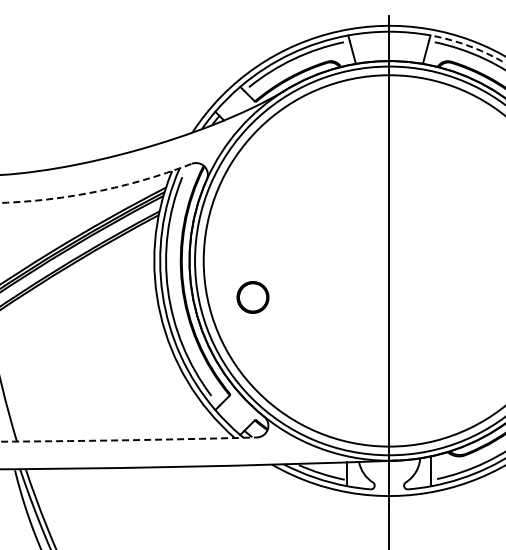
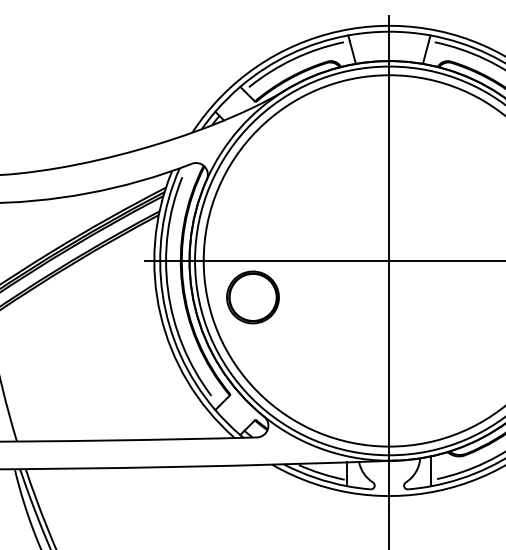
arc at (469, 46): dashed -> solid
arc at (98, 191): dashed -> solid
line at (323, 260): none -> present
part at (252, 297) size: 34x33 px -> 54x55 px
arc at (128, 440): dashed -> solid
